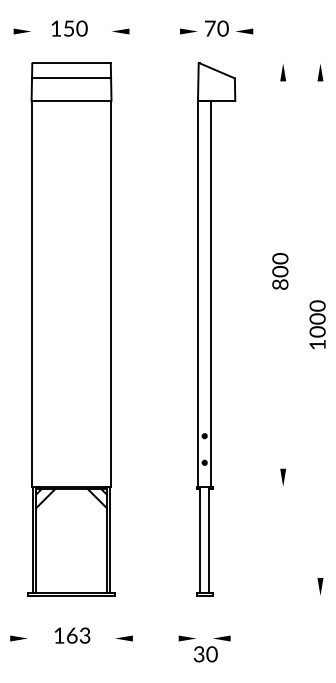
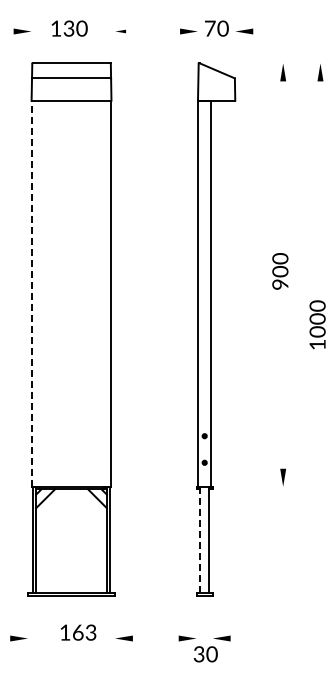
text at (68, 28): 150 -> 130
part at (120, 31) size: 18x7 px -> 10x5 px
text at (280, 284): 800 -> 900
line at (31, 293): solid -> dashed
line at (199, 540): solid -> dashed
part at (320, 586): present -> none
text at (72, 635) position: (72, 635) -> (78, 632)
